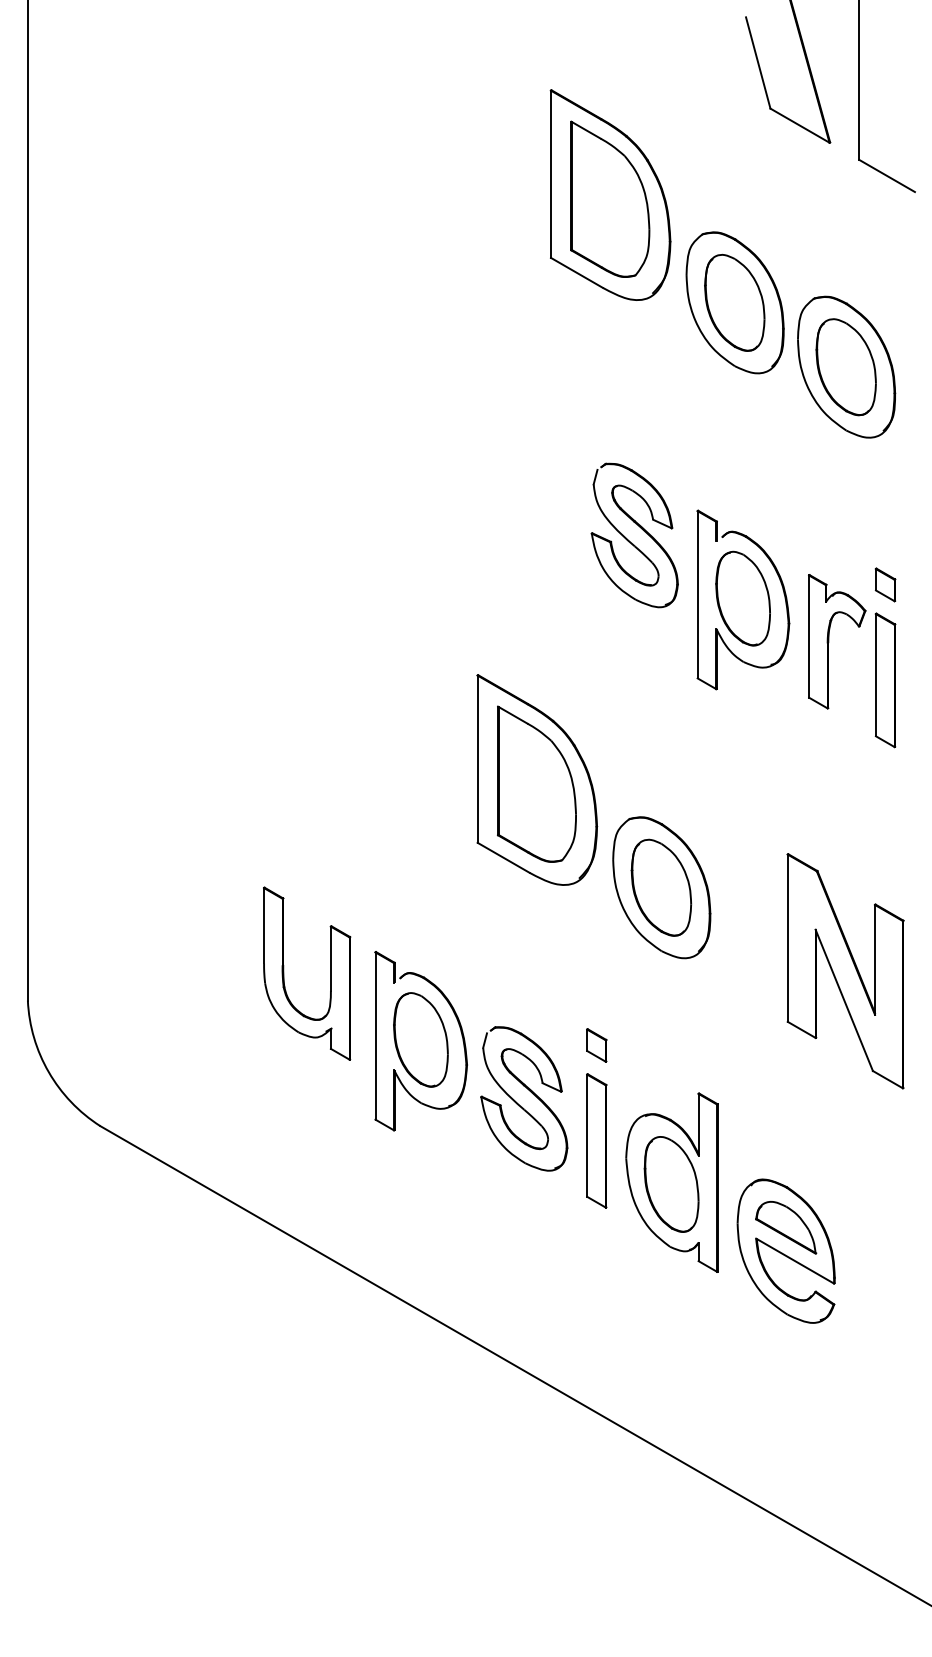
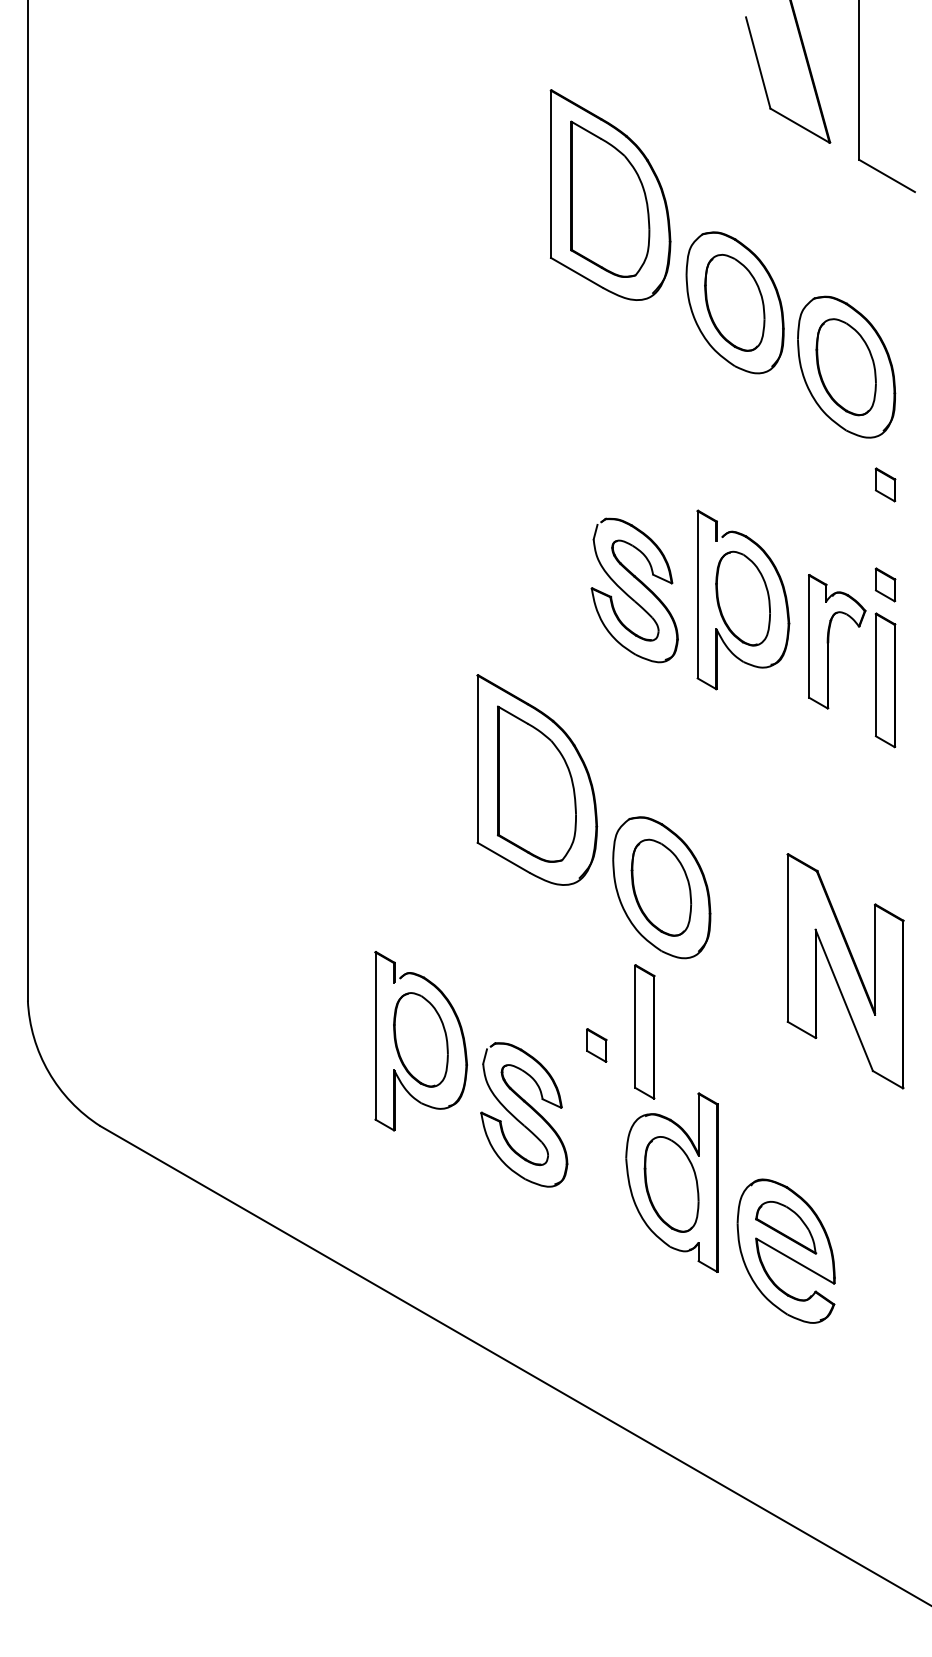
part at (885, 484): none -> present
part at (629, 540) position: (629, 540) -> (629, 595)
part at (284, 973): present -> none
part at (518, 1103) position: (518, 1103) -> (518, 1119)
part at (596, 1140) position: (596, 1140) -> (644, 1031)
